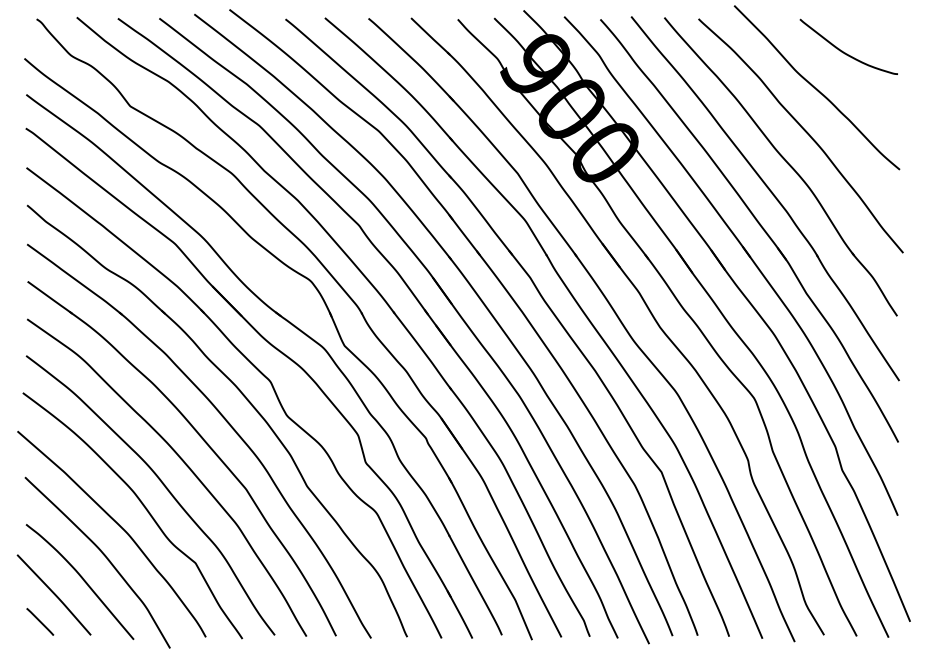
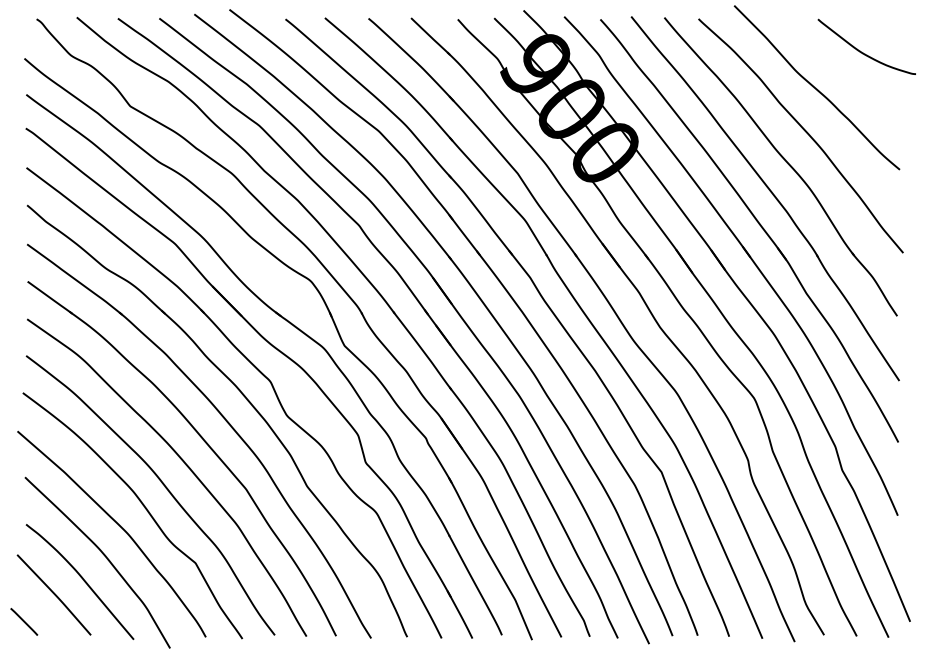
curve at (845, 52) position: (845, 52) -> (863, 52)
line at (40, 621) position: (40, 621) -> (24, 621)
